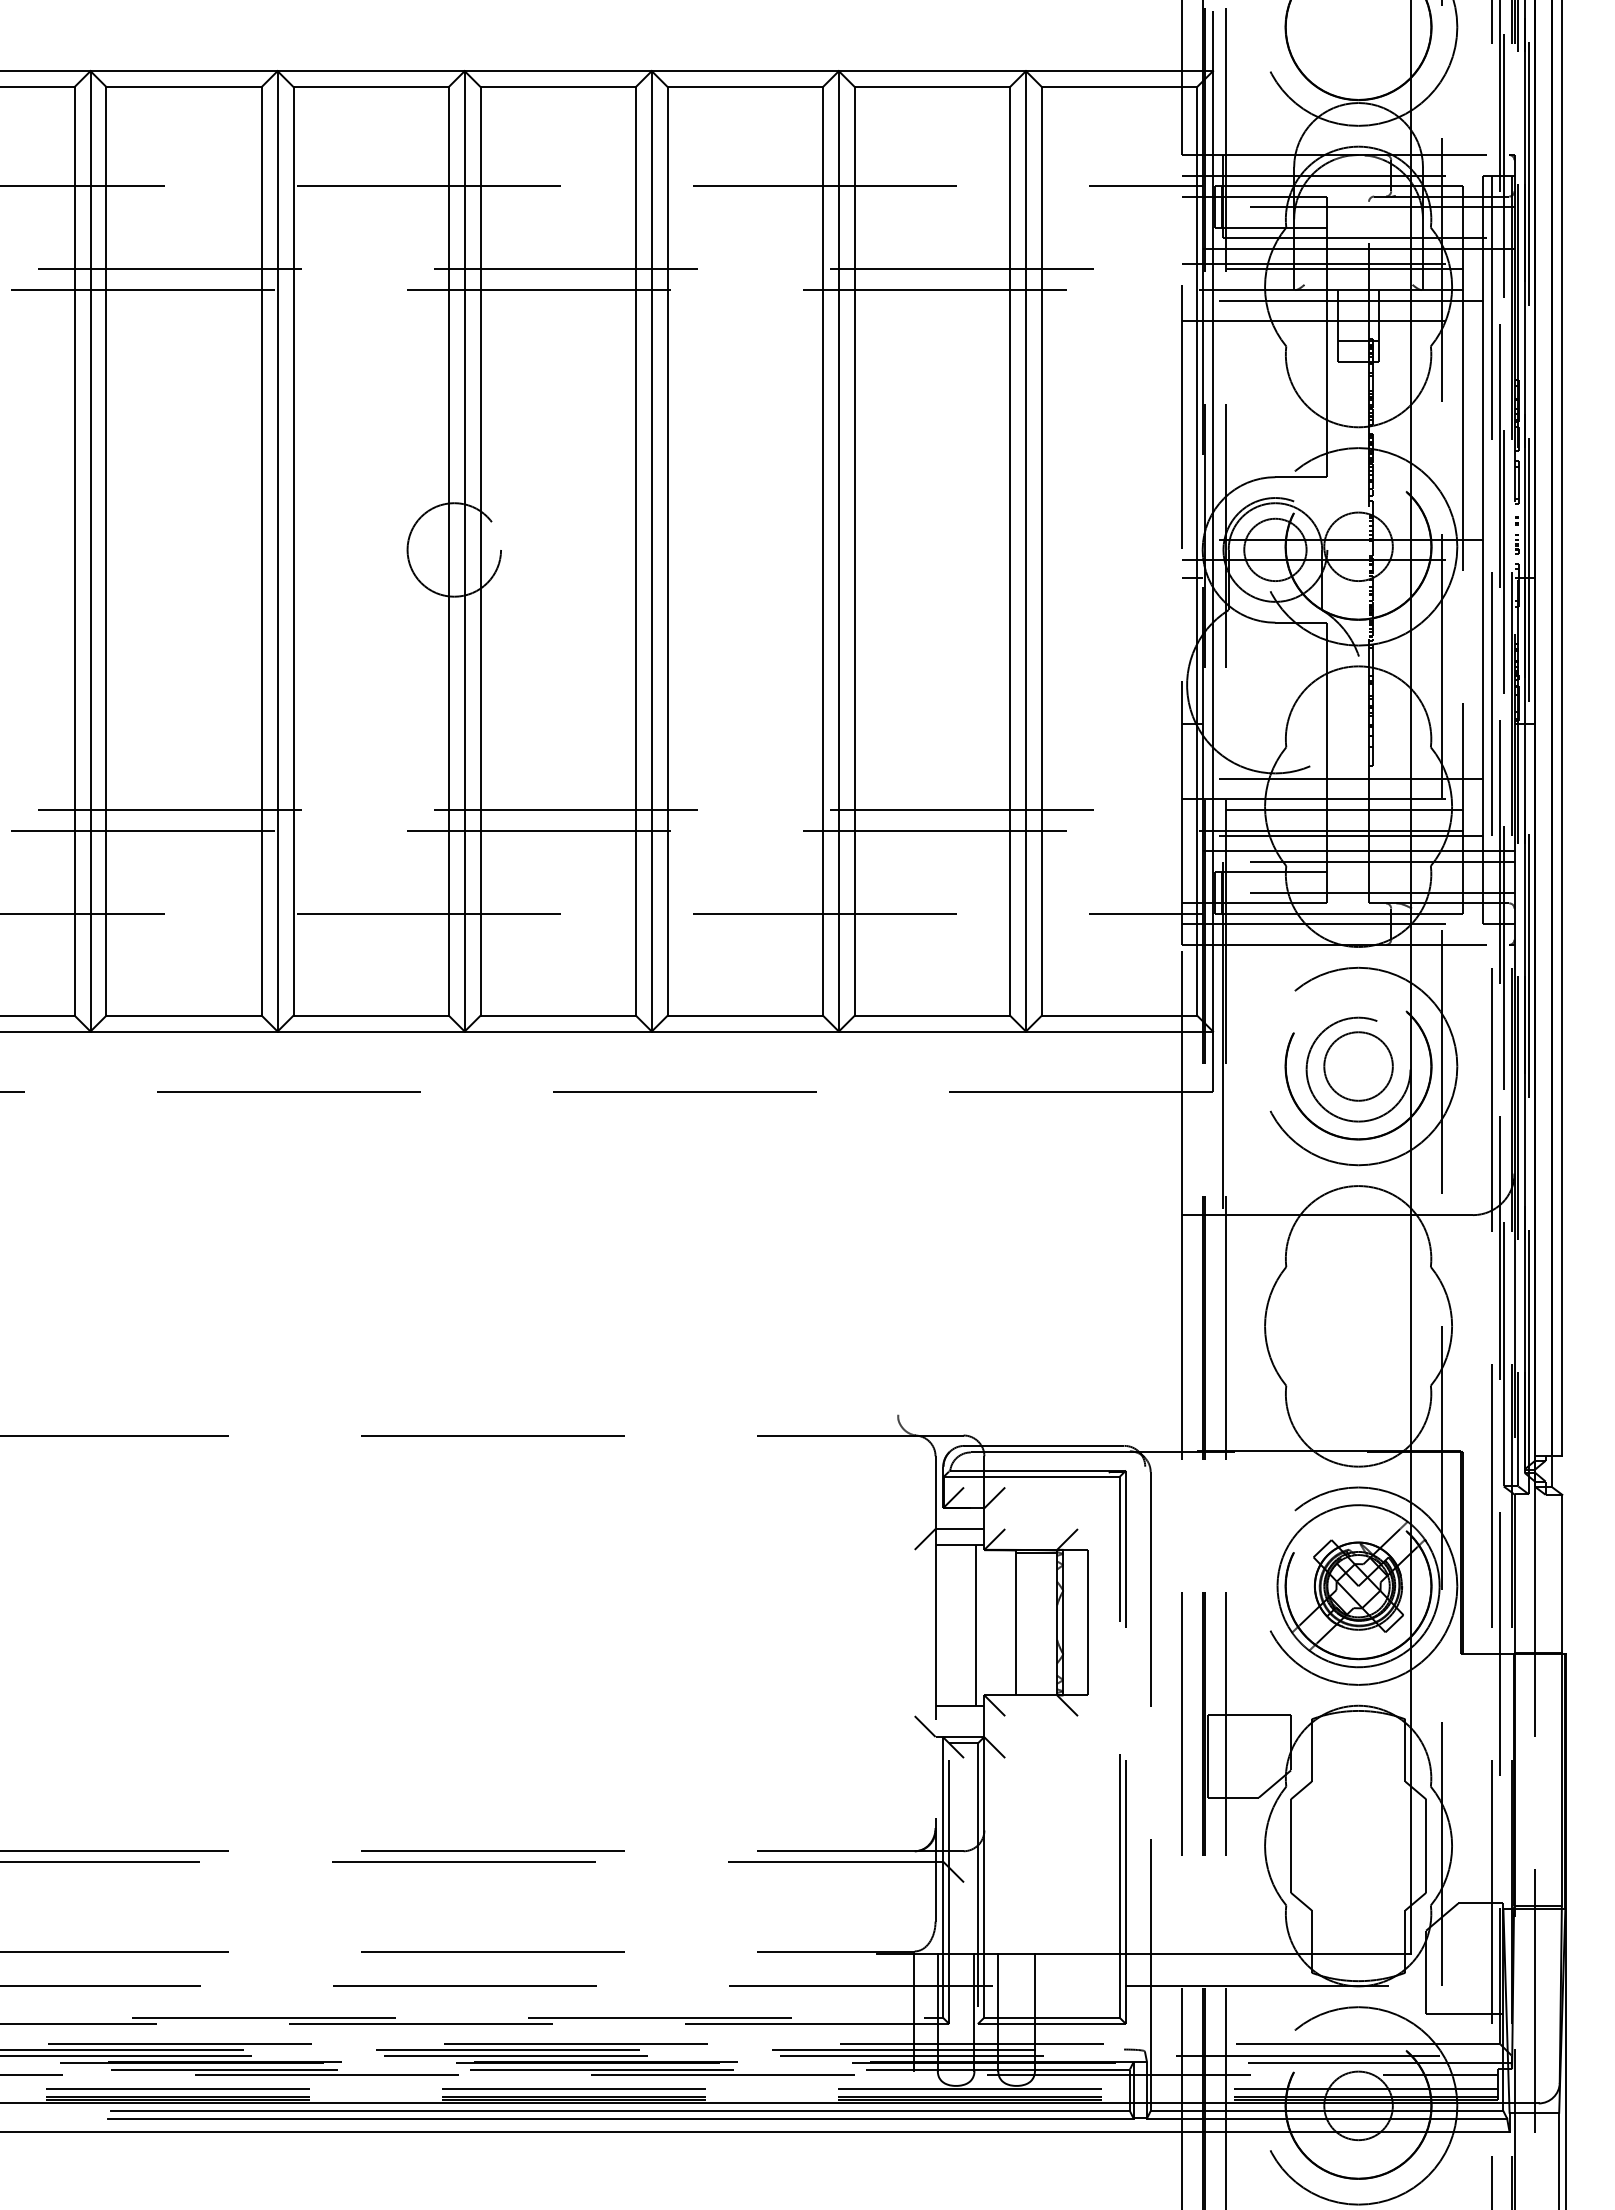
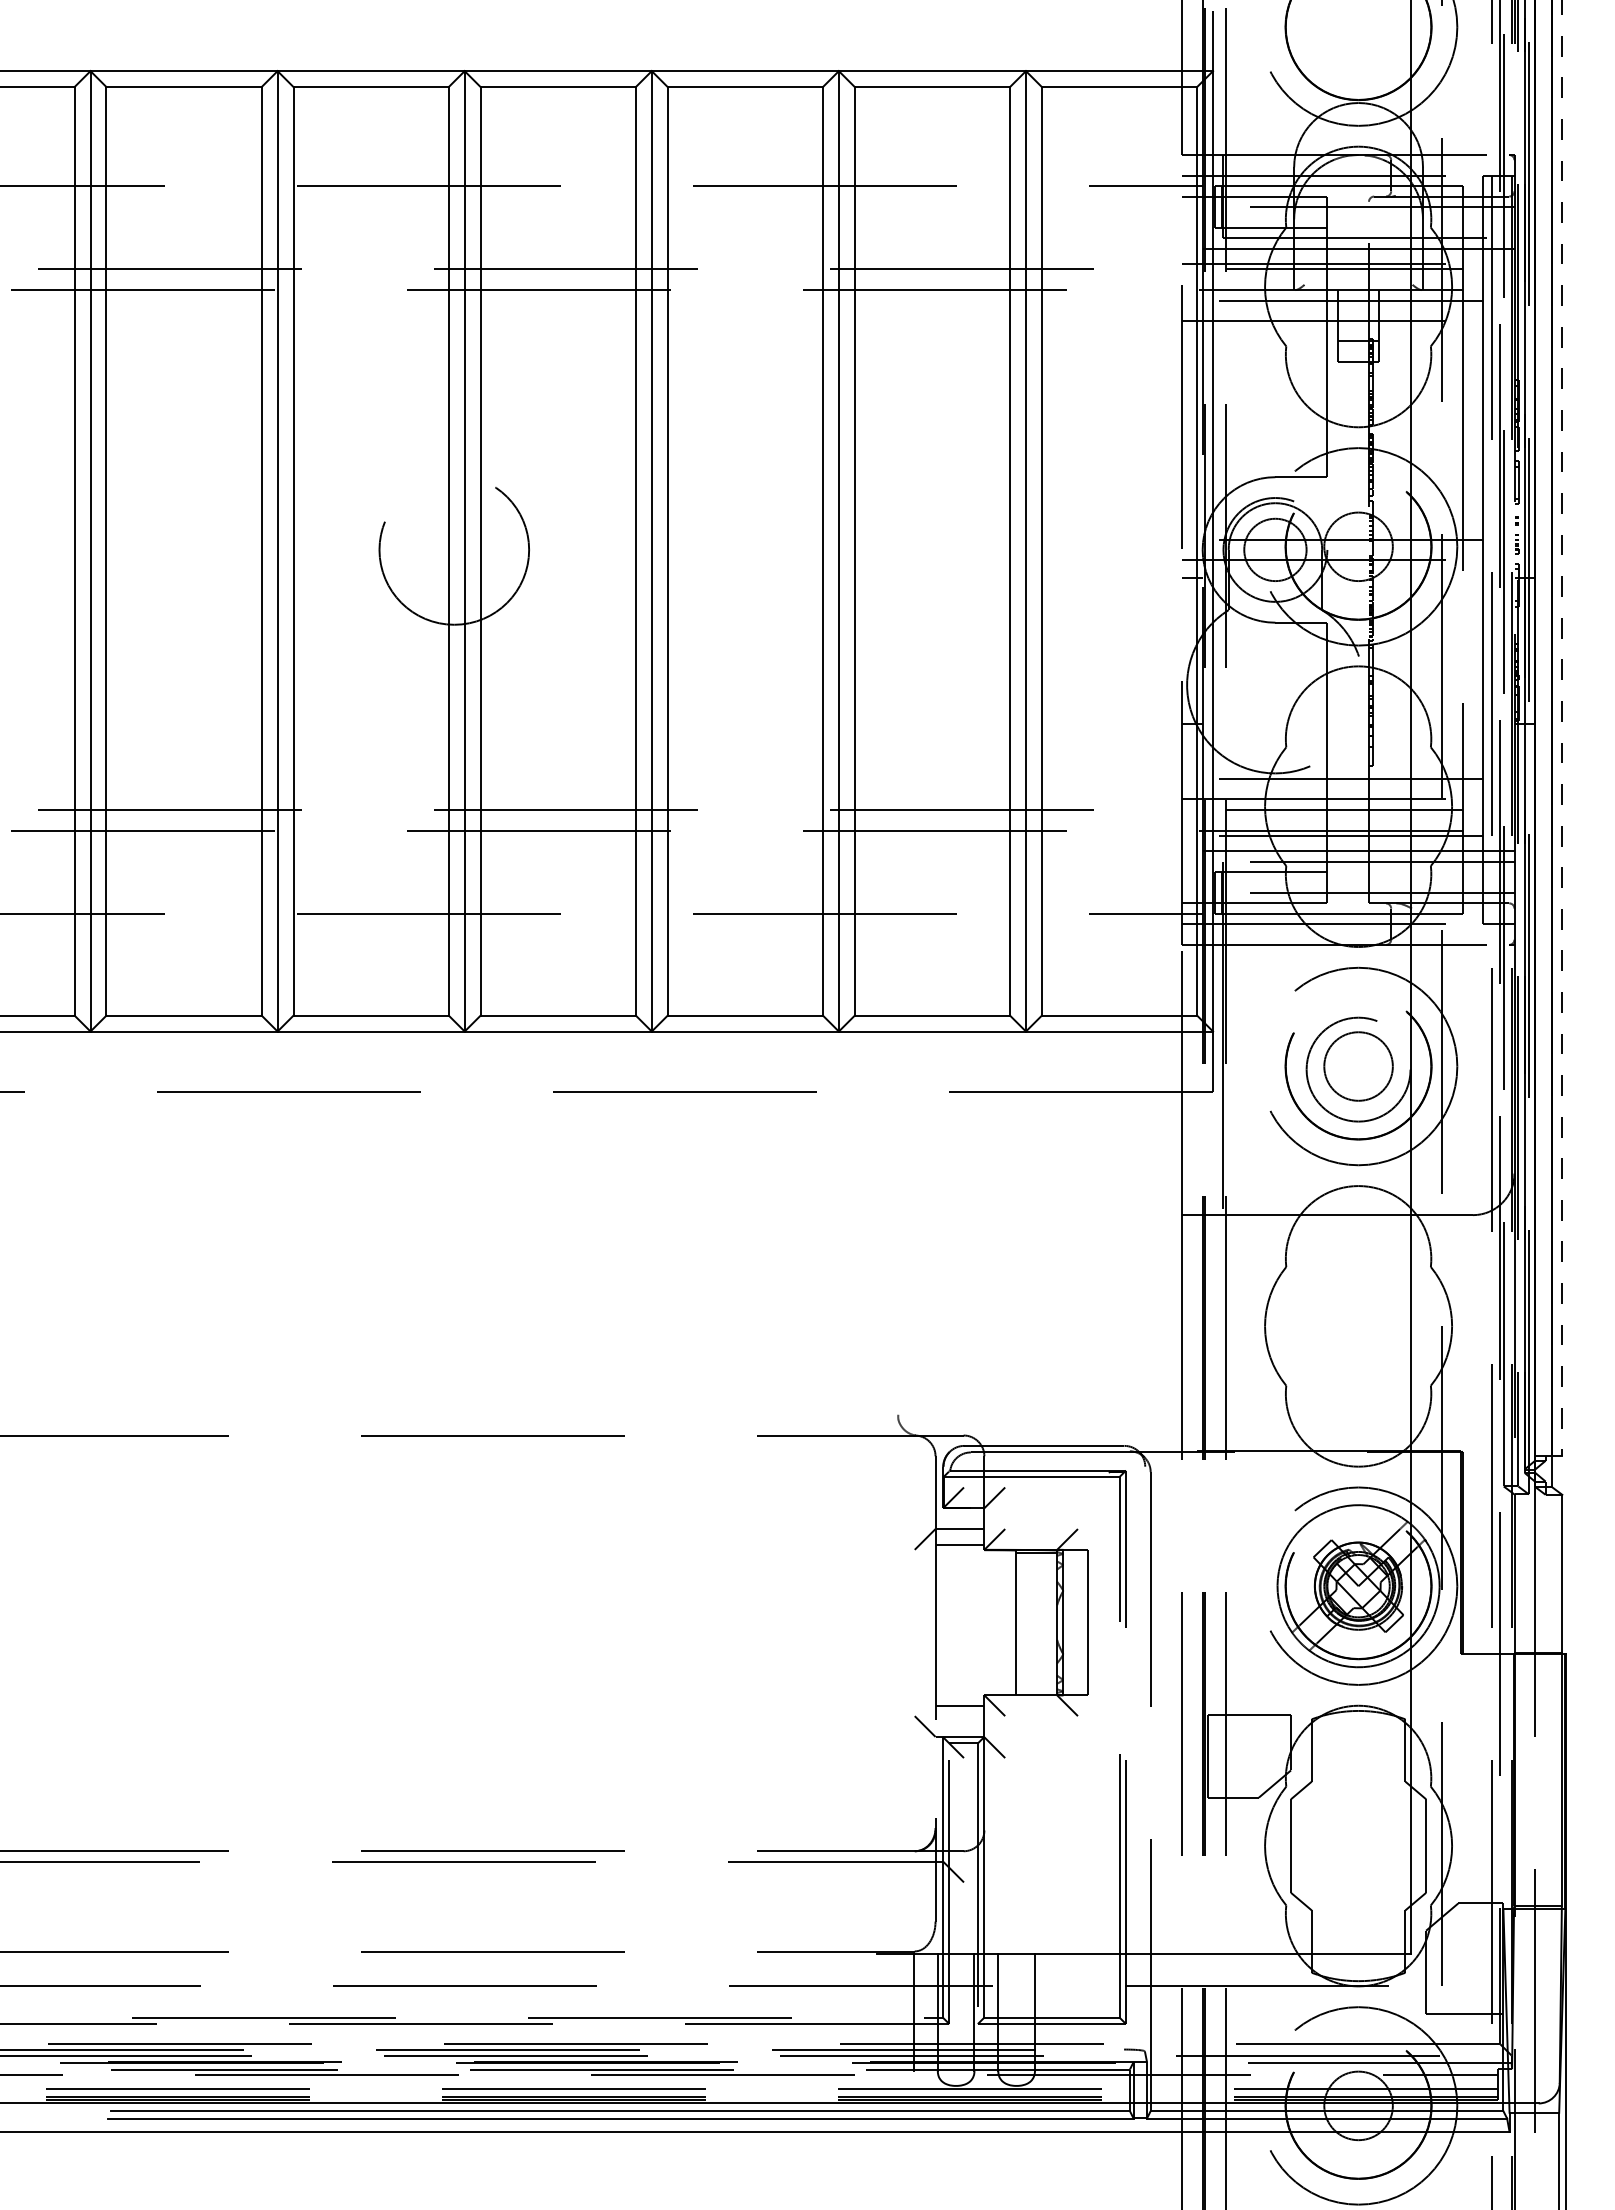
circle at (454, 549) diameter: 94 px -> 150 px
line at (1562, 727): solid -> dashed
line at (975, 1624): present -> none
